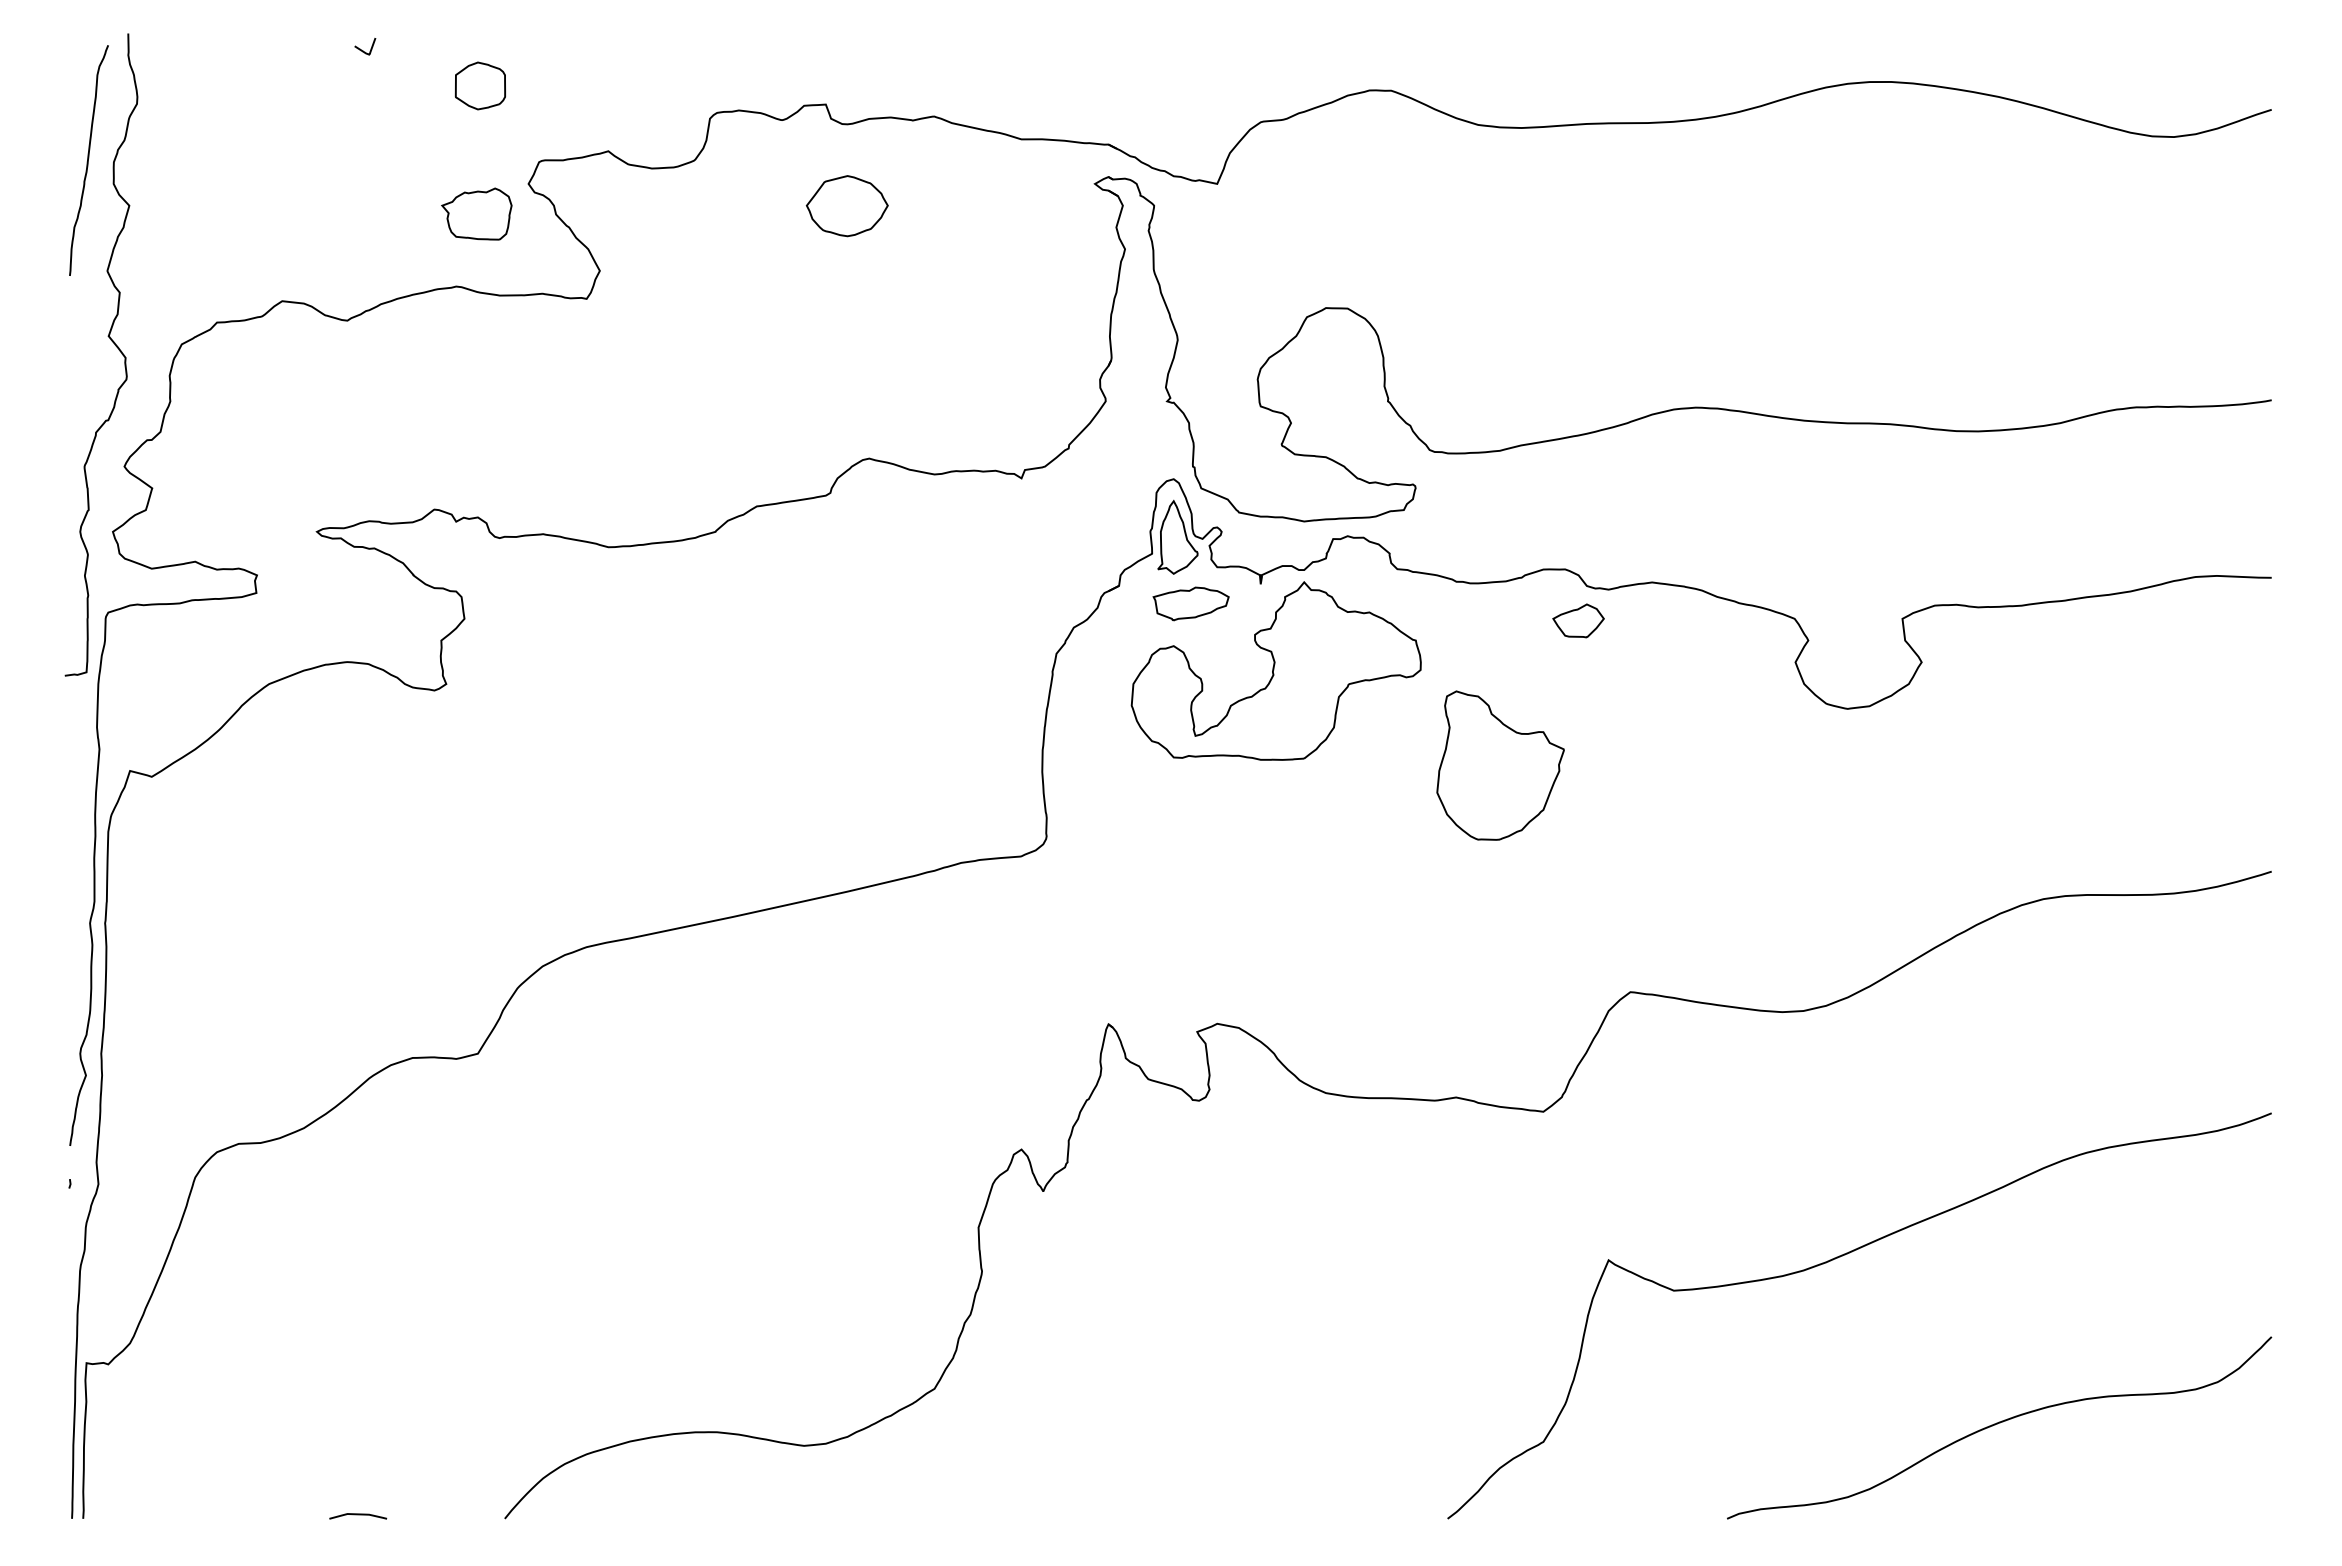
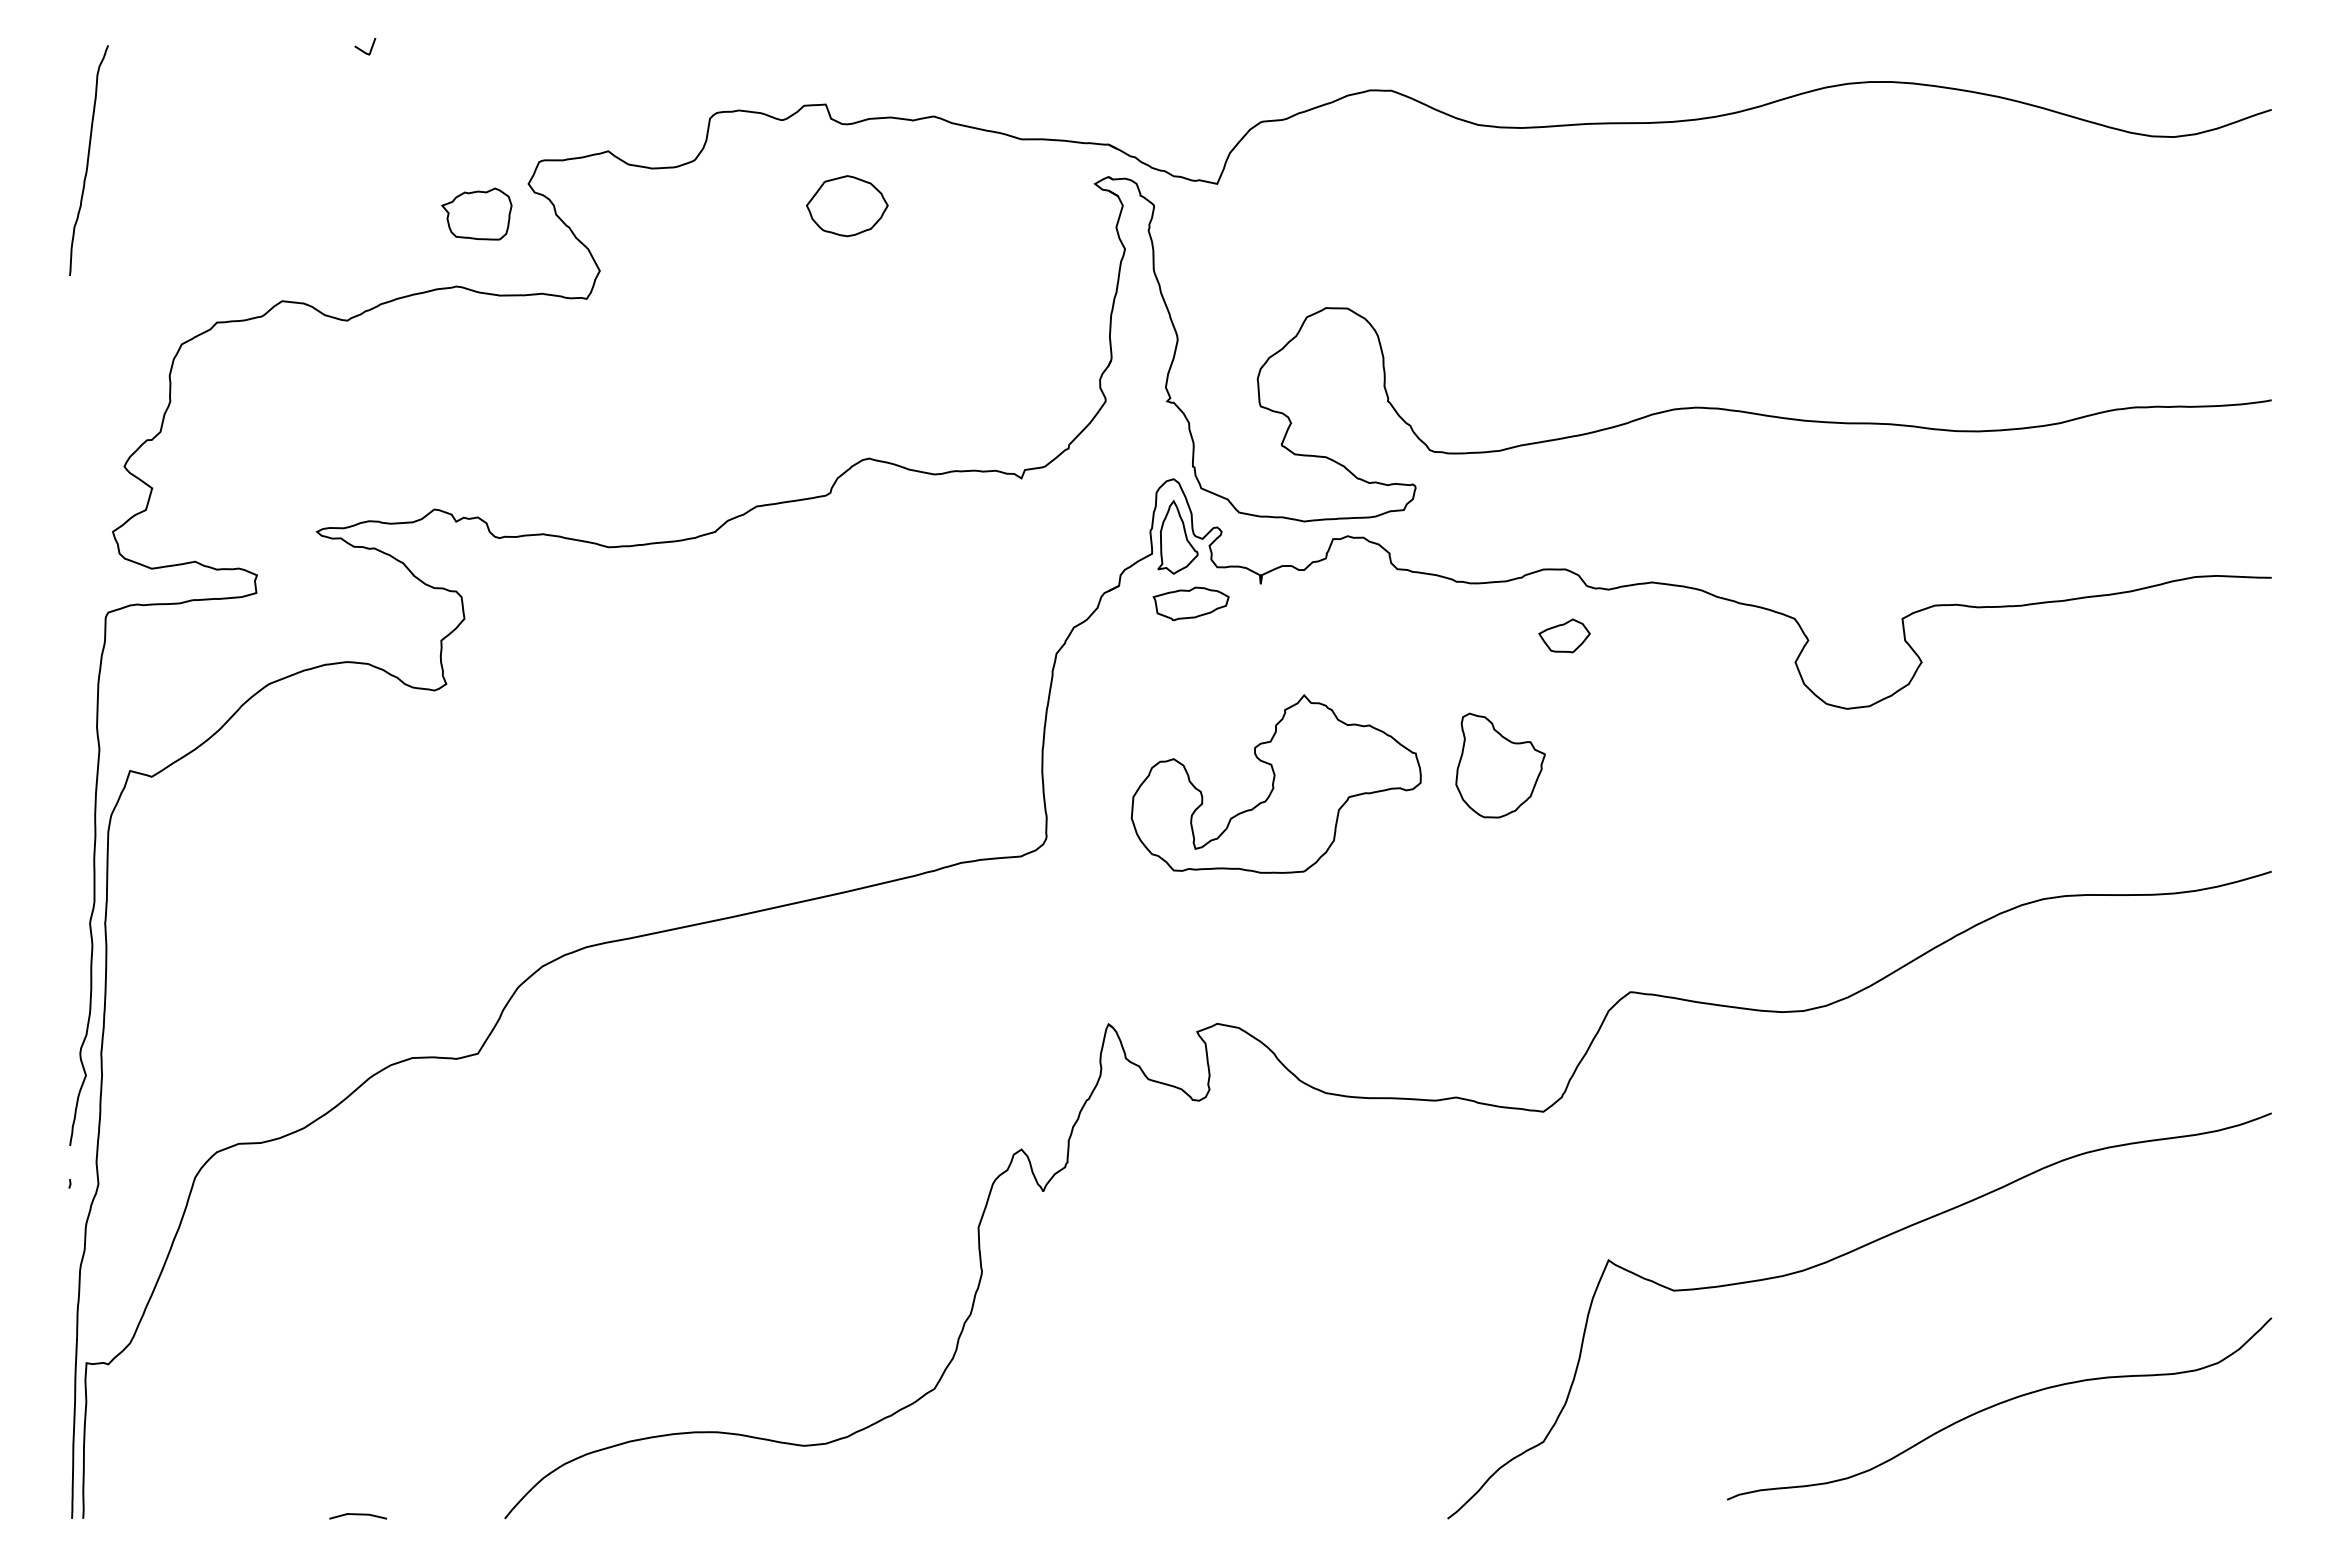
part at (479, 85): present -> none
curve at (115, 346): present -> none
part at (1578, 620) position: (1578, 620) -> (1564, 635)
part at (1275, 670) position: (1275, 670) -> (1275, 783)
part at (1500, 765) size: 129x151 px -> 91x107 px
curve at (1997, 1424) position: (1997, 1424) -> (1997, 1405)
